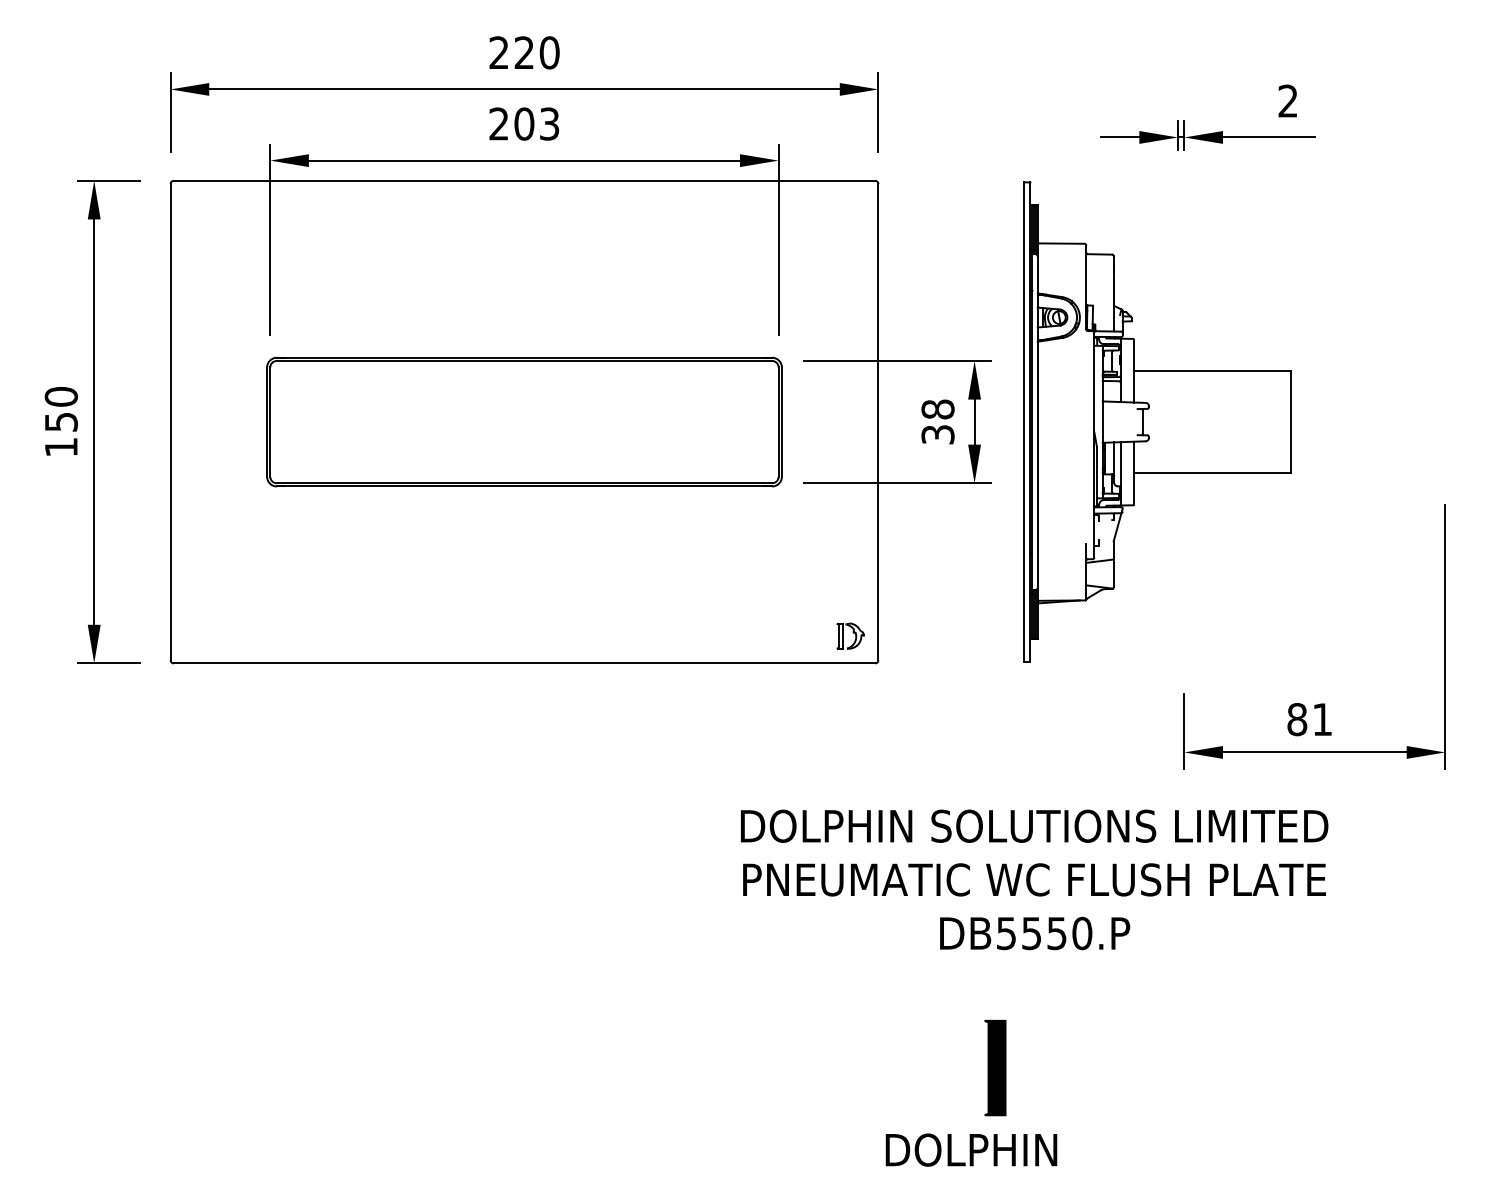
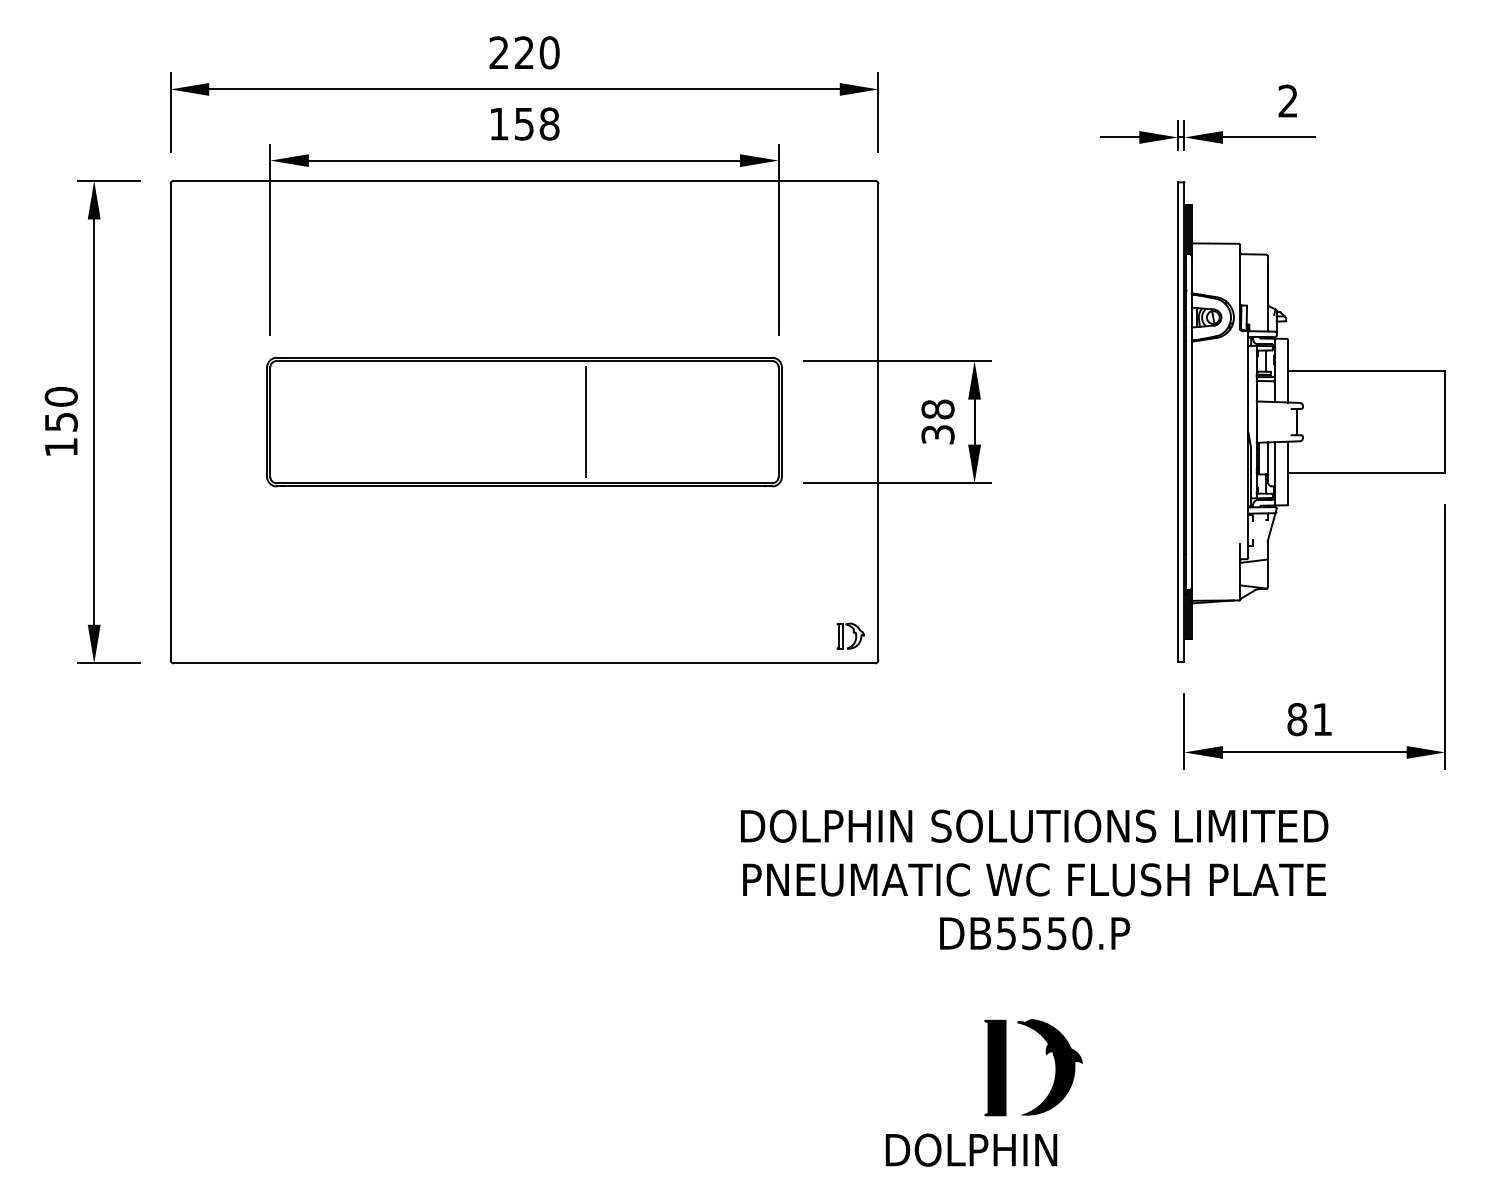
text at (524, 123): 203 -> 158
line at (585, 421): none -> present
part at (1157, 421) position: (1157, 421) -> (1311, 421)
fill at (1049, 1067): none -> present
